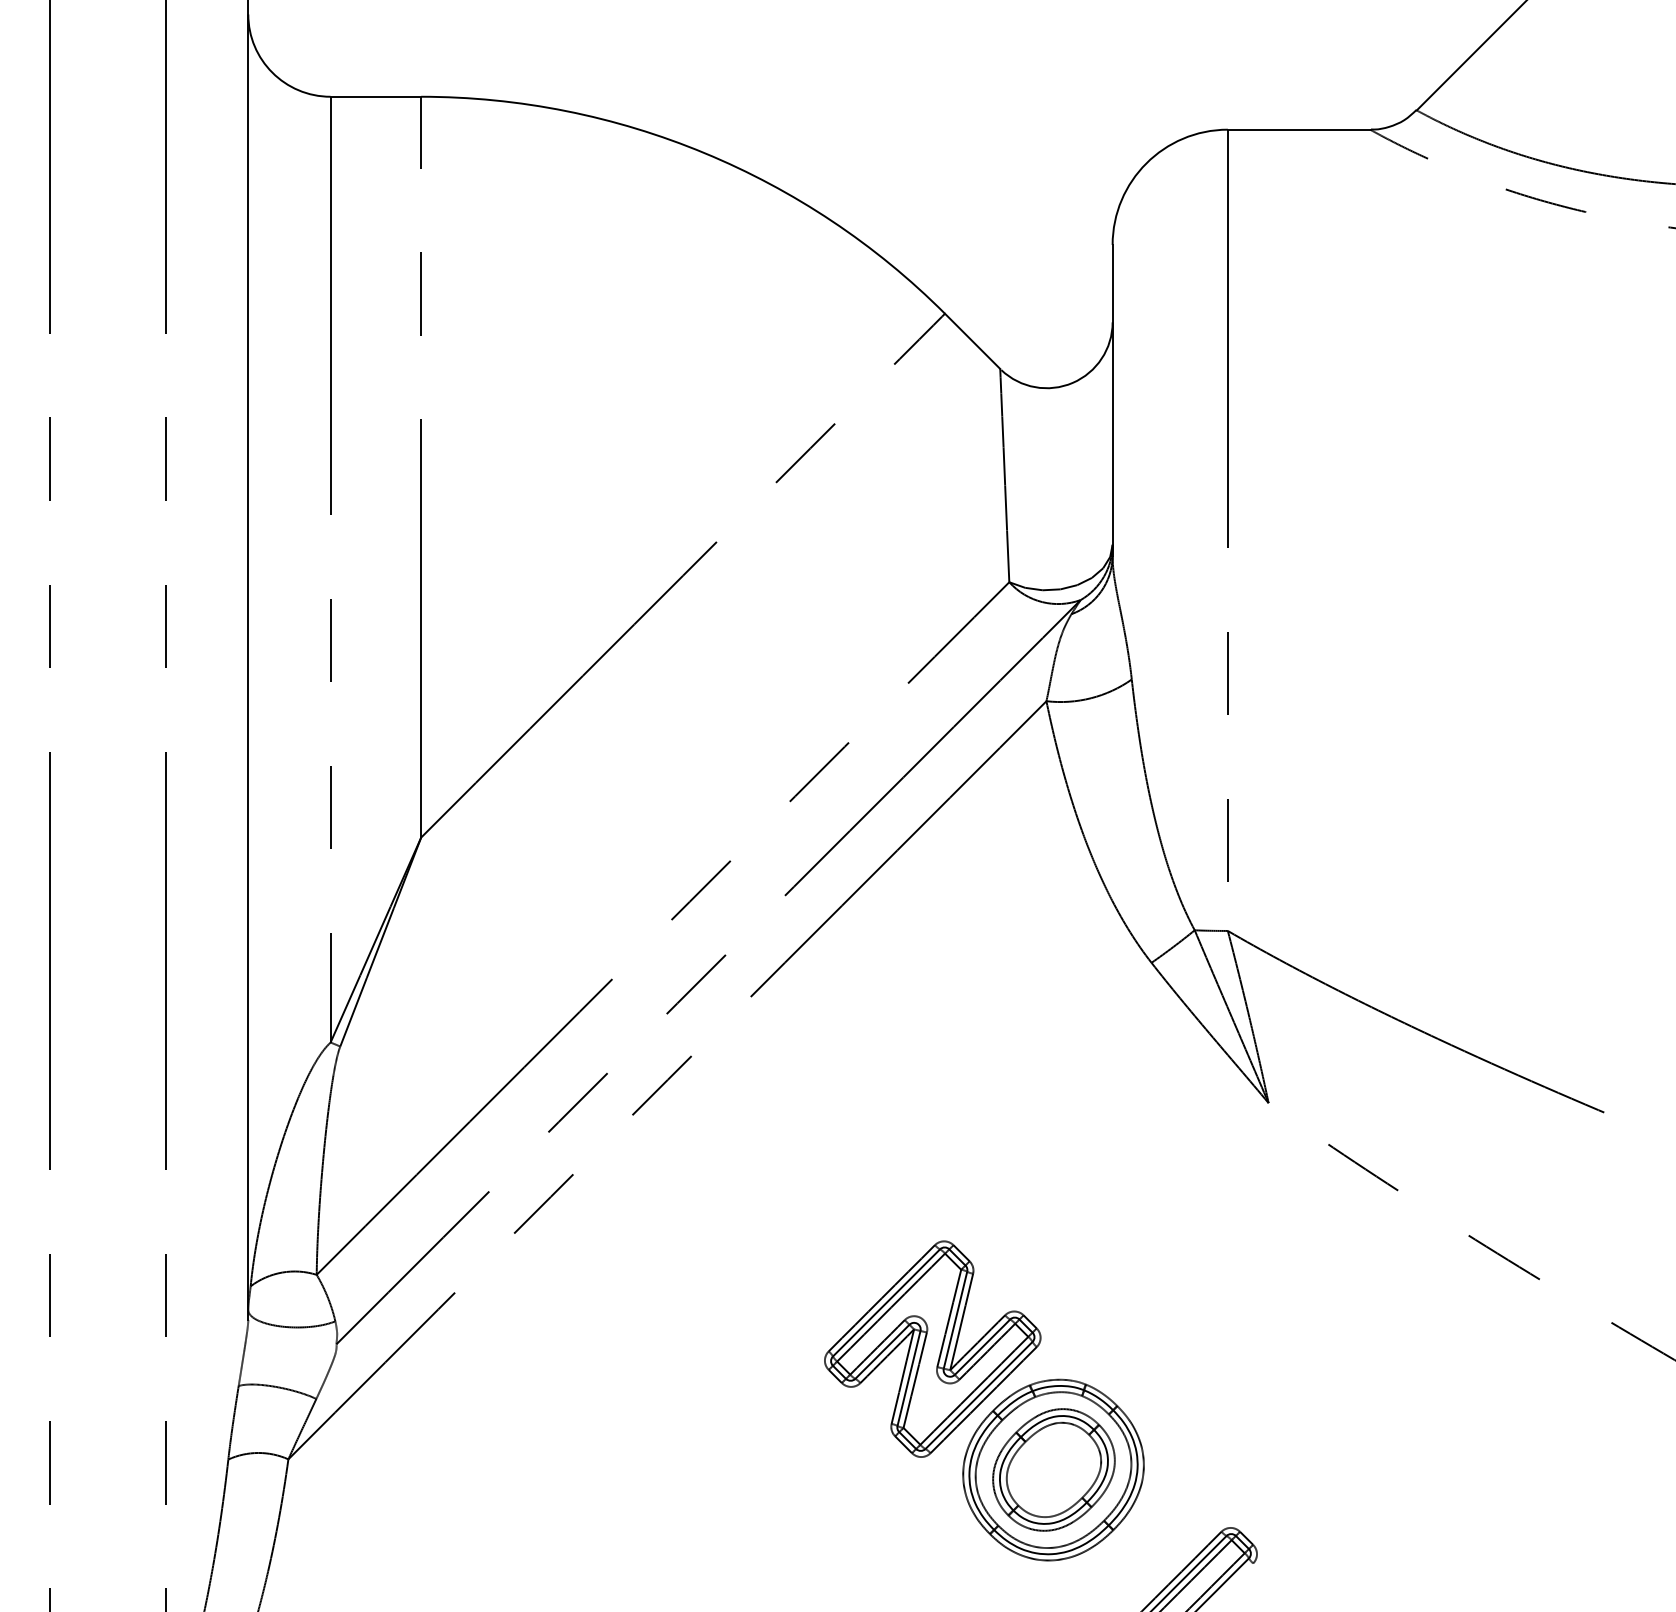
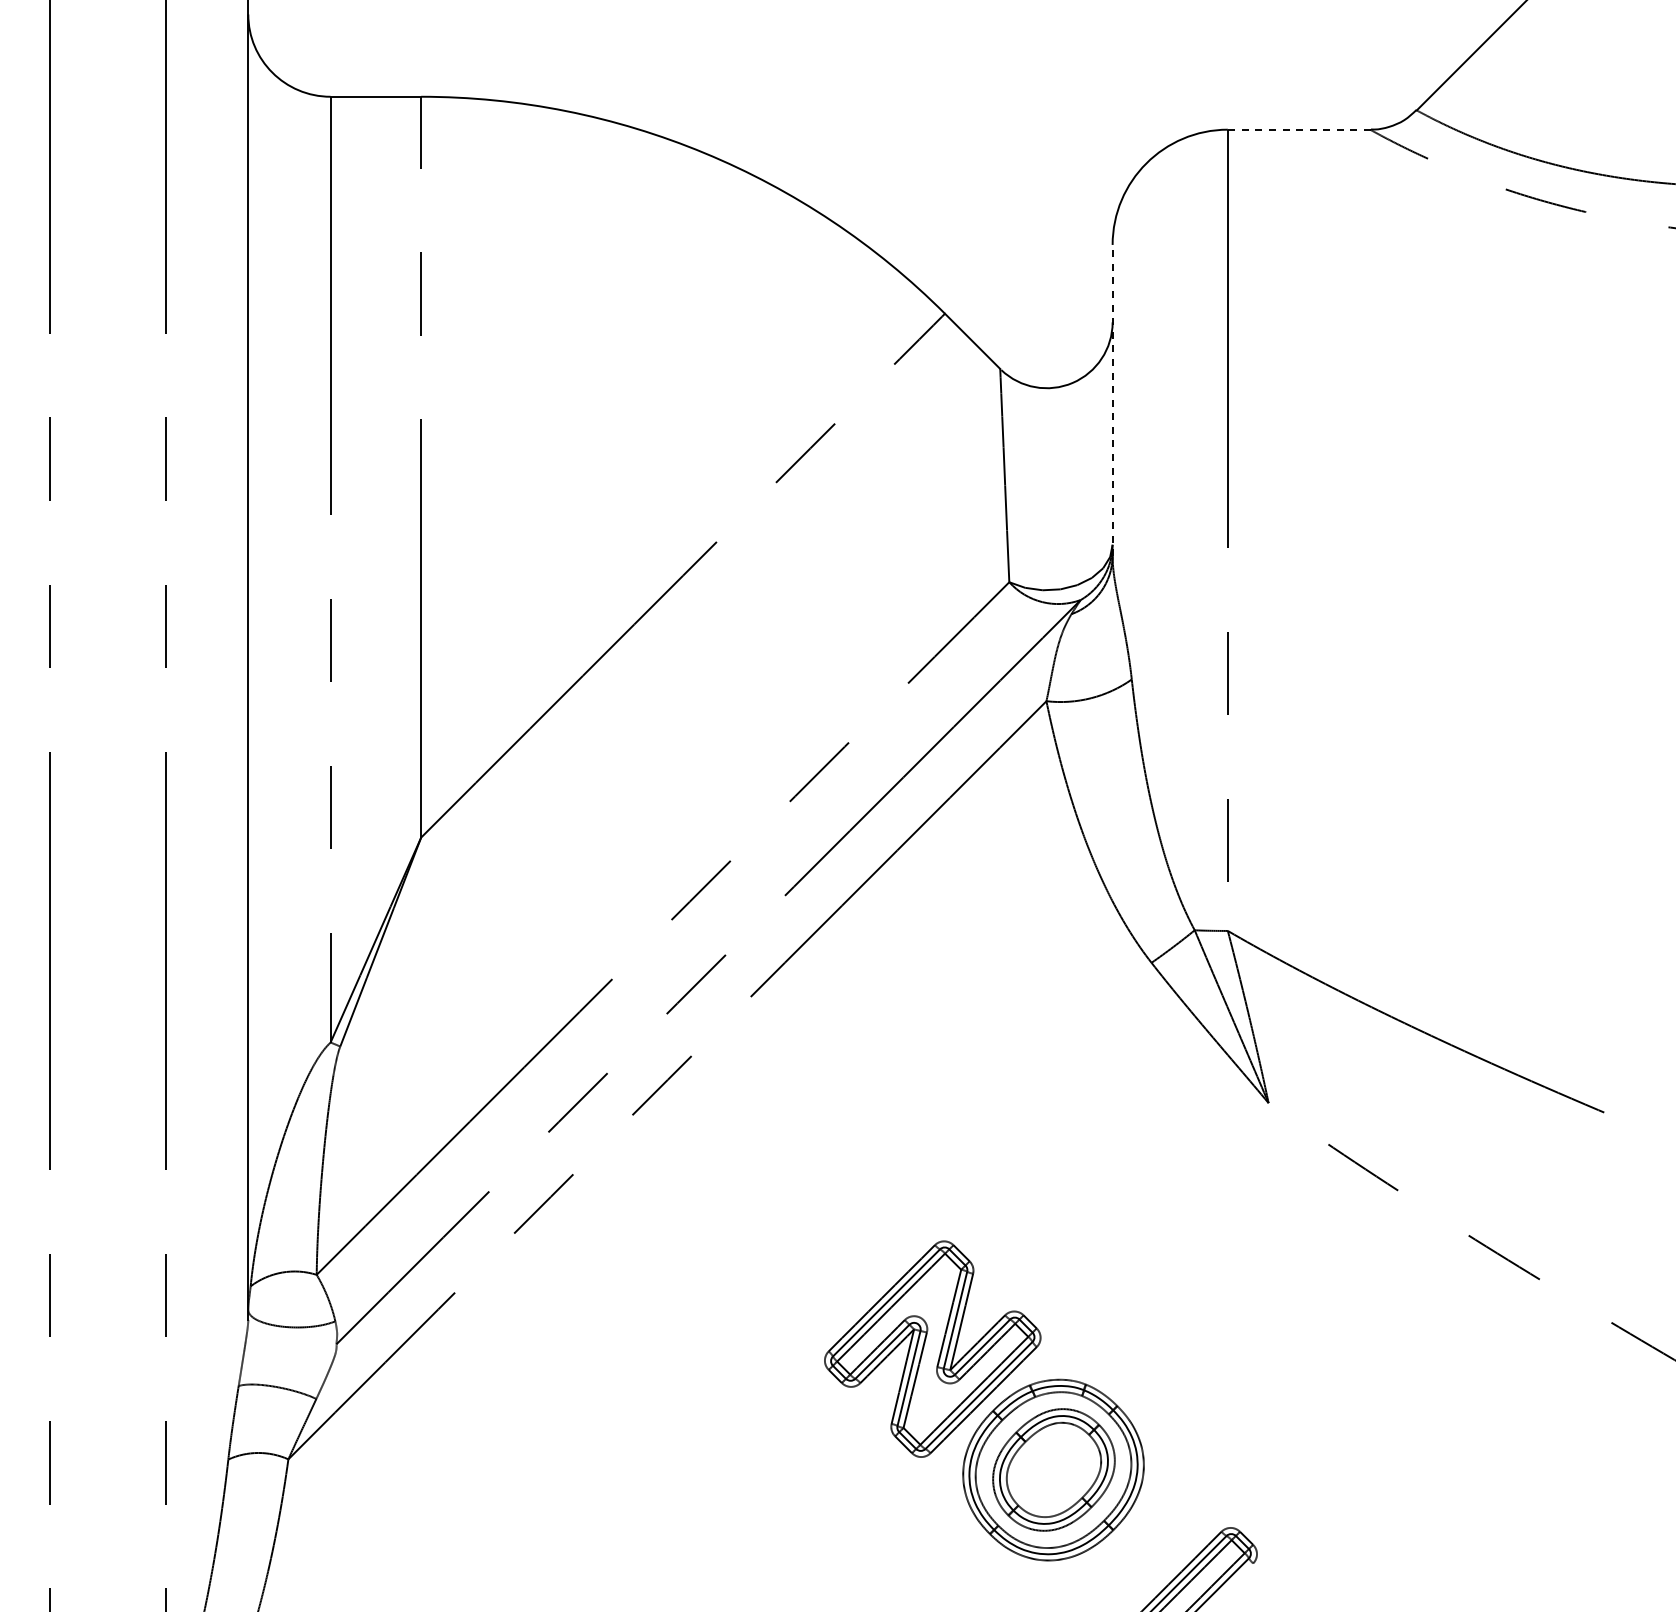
line at (1299, 129): solid -> dashed
line at (1112, 400): solid -> dashed
